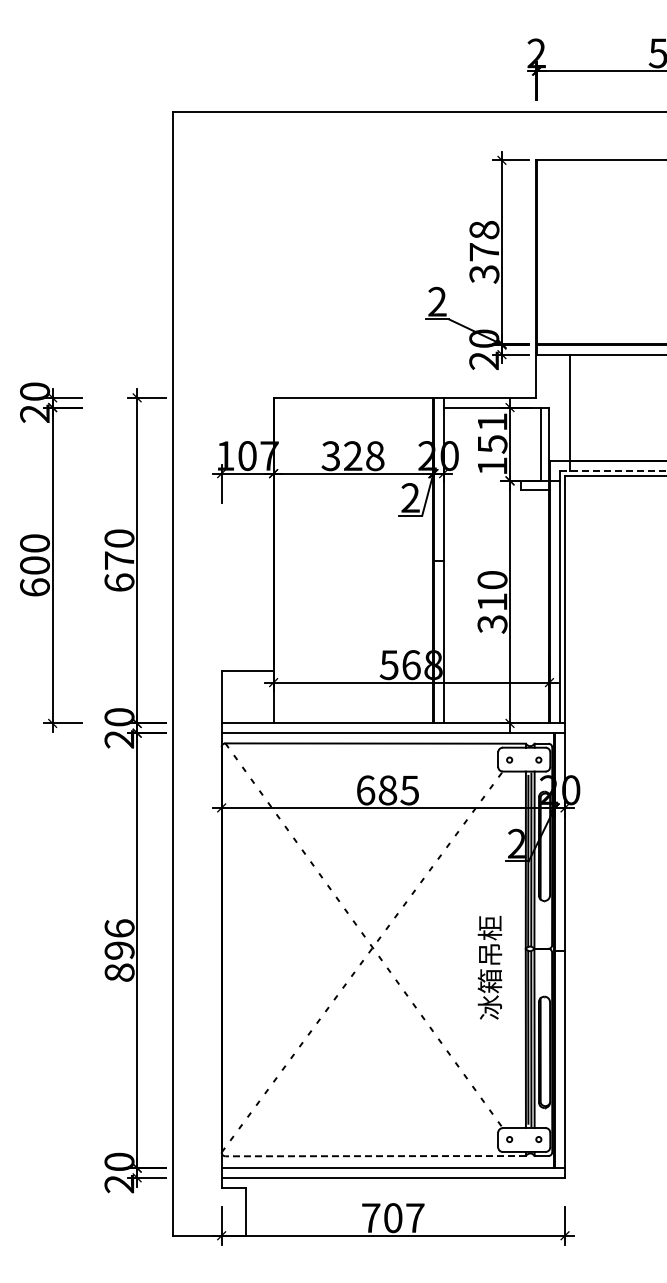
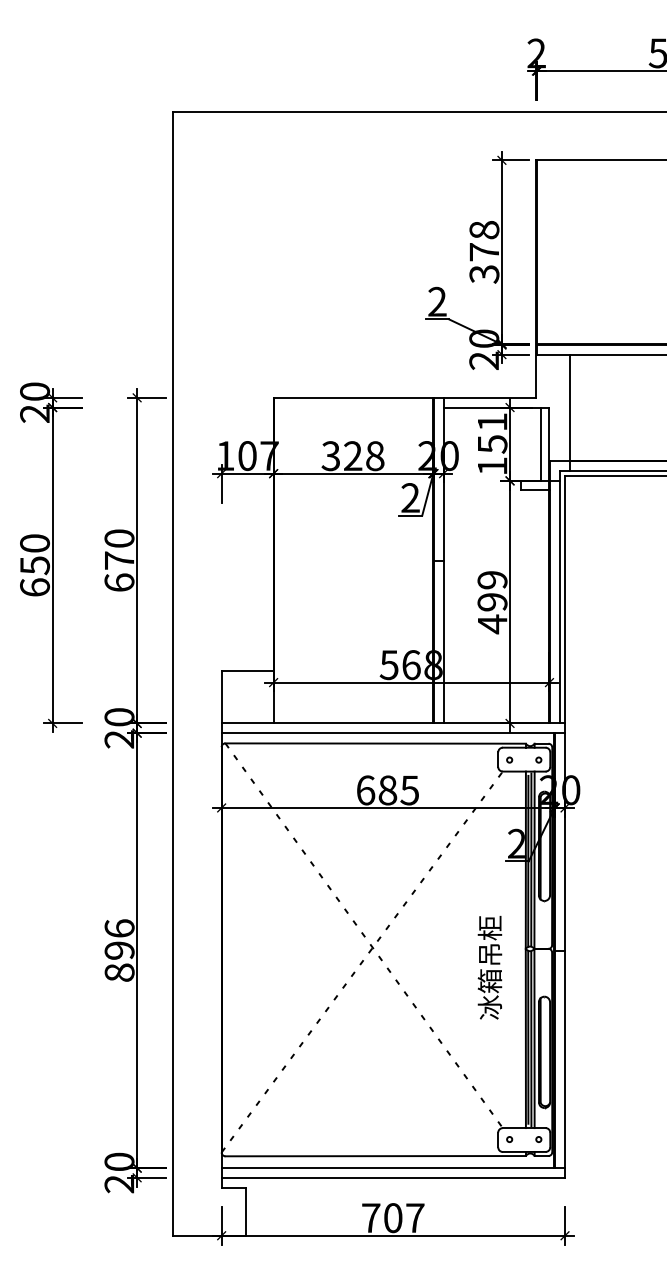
line at (613, 471): dashed -> solid
text at (34, 565): 600 -> 650
text at (492, 602): 310 -> 499
line at (375, 1156): dashed -> solid
